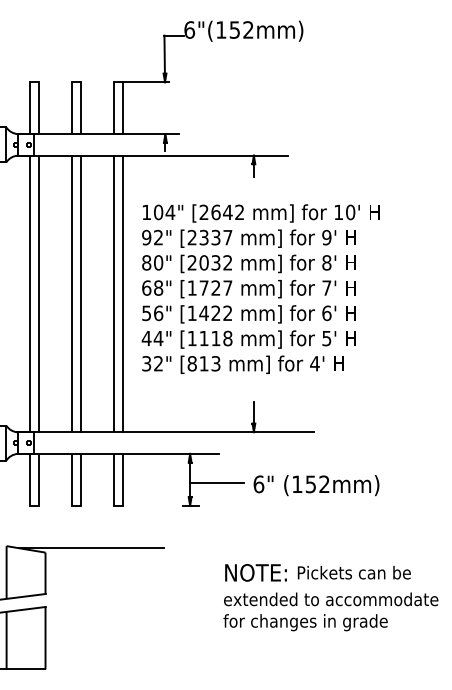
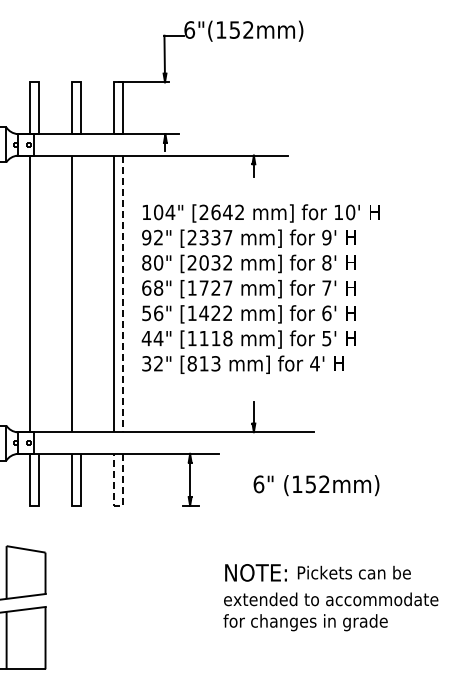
line at (38, 293): present -> none
line at (80, 293): present -> none
line at (123, 294): solid -> dashed
line at (217, 483): present -> none
line at (118, 505): solid -> dashed
line at (90, 548): present -> none
